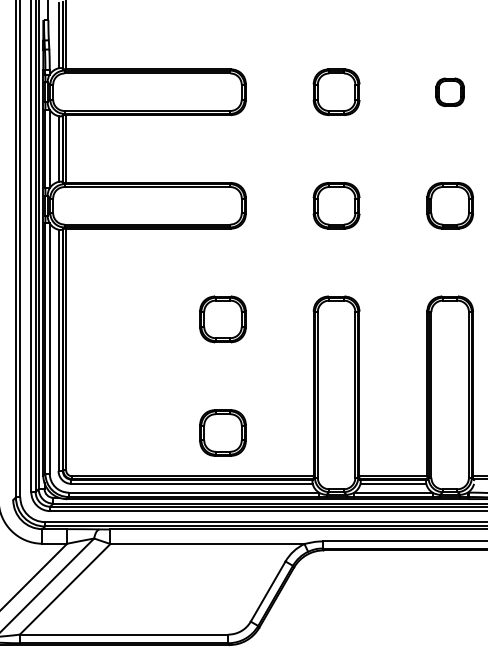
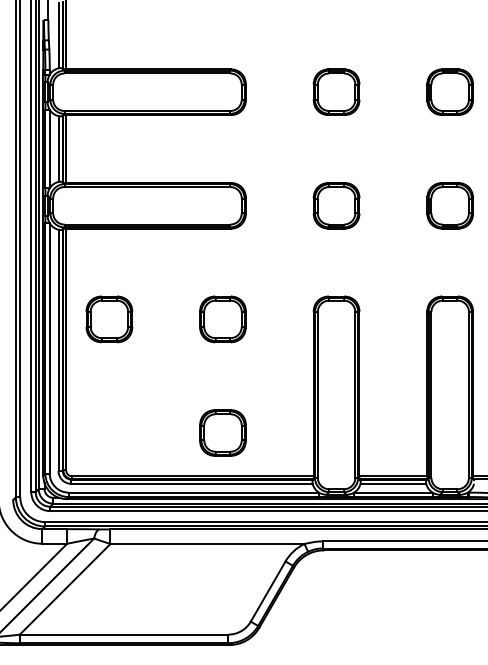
part at (449, 91) size: 30x30 px -> 48x49 px
part at (109, 319): none -> present
